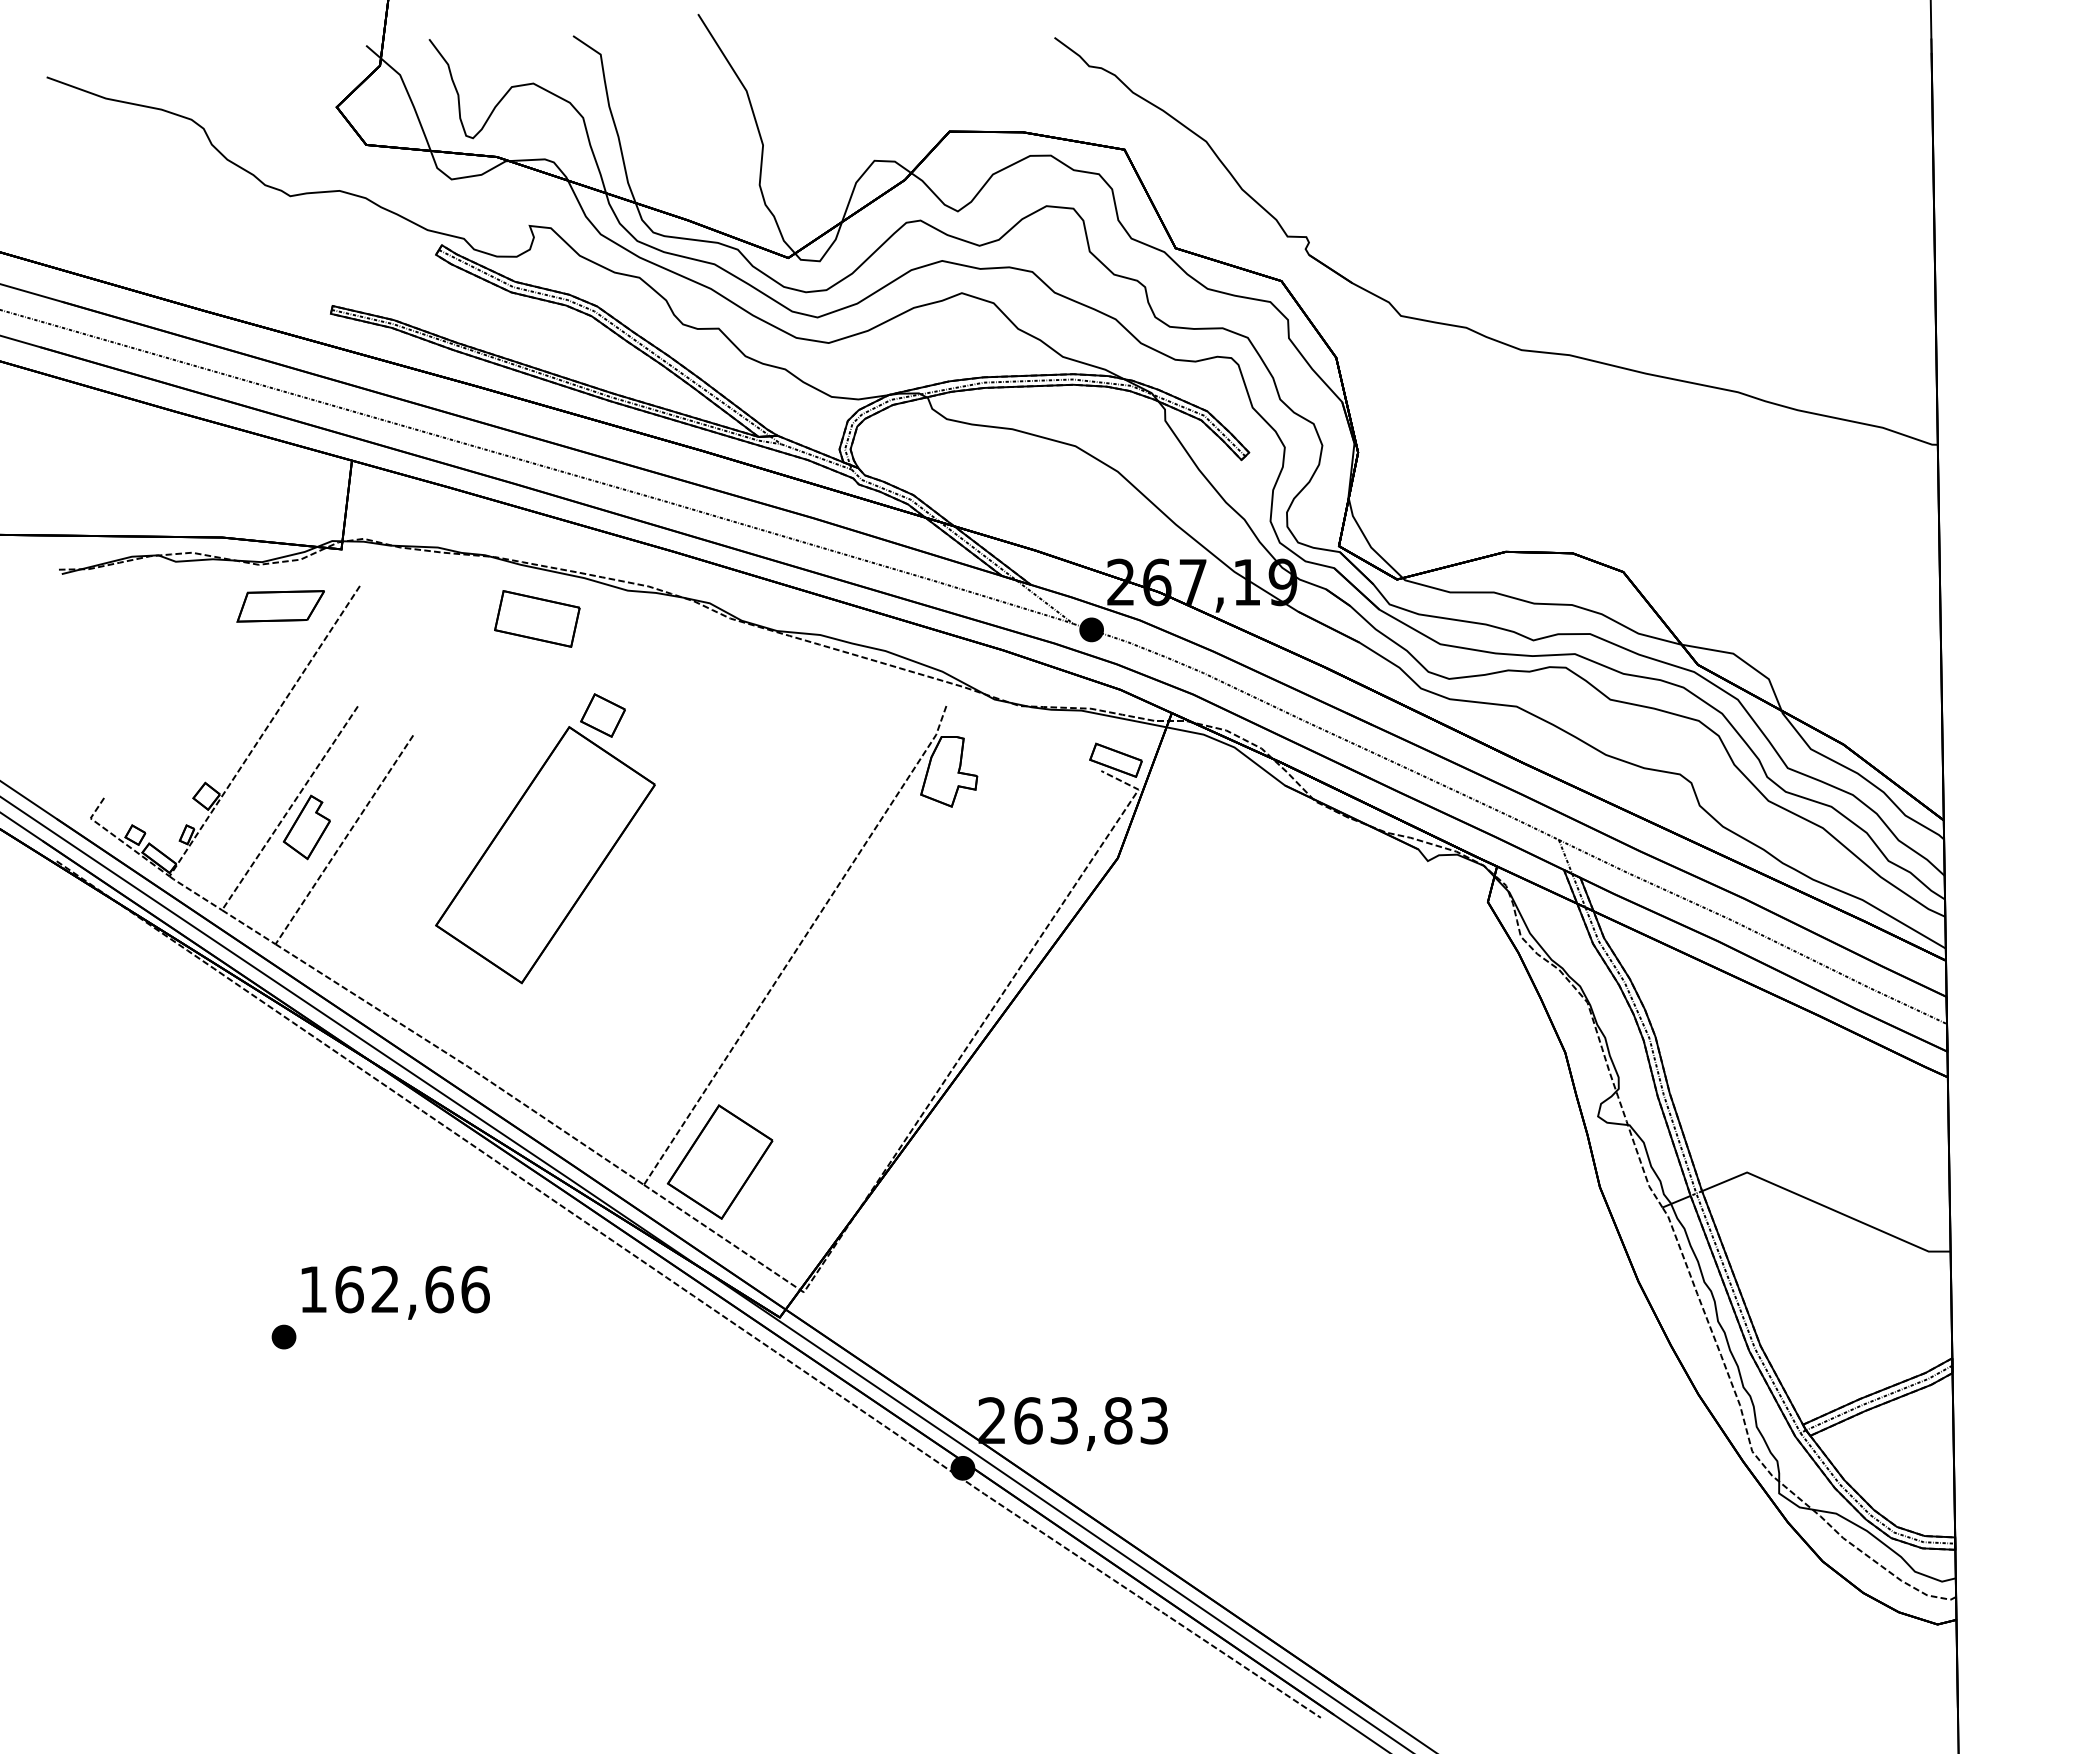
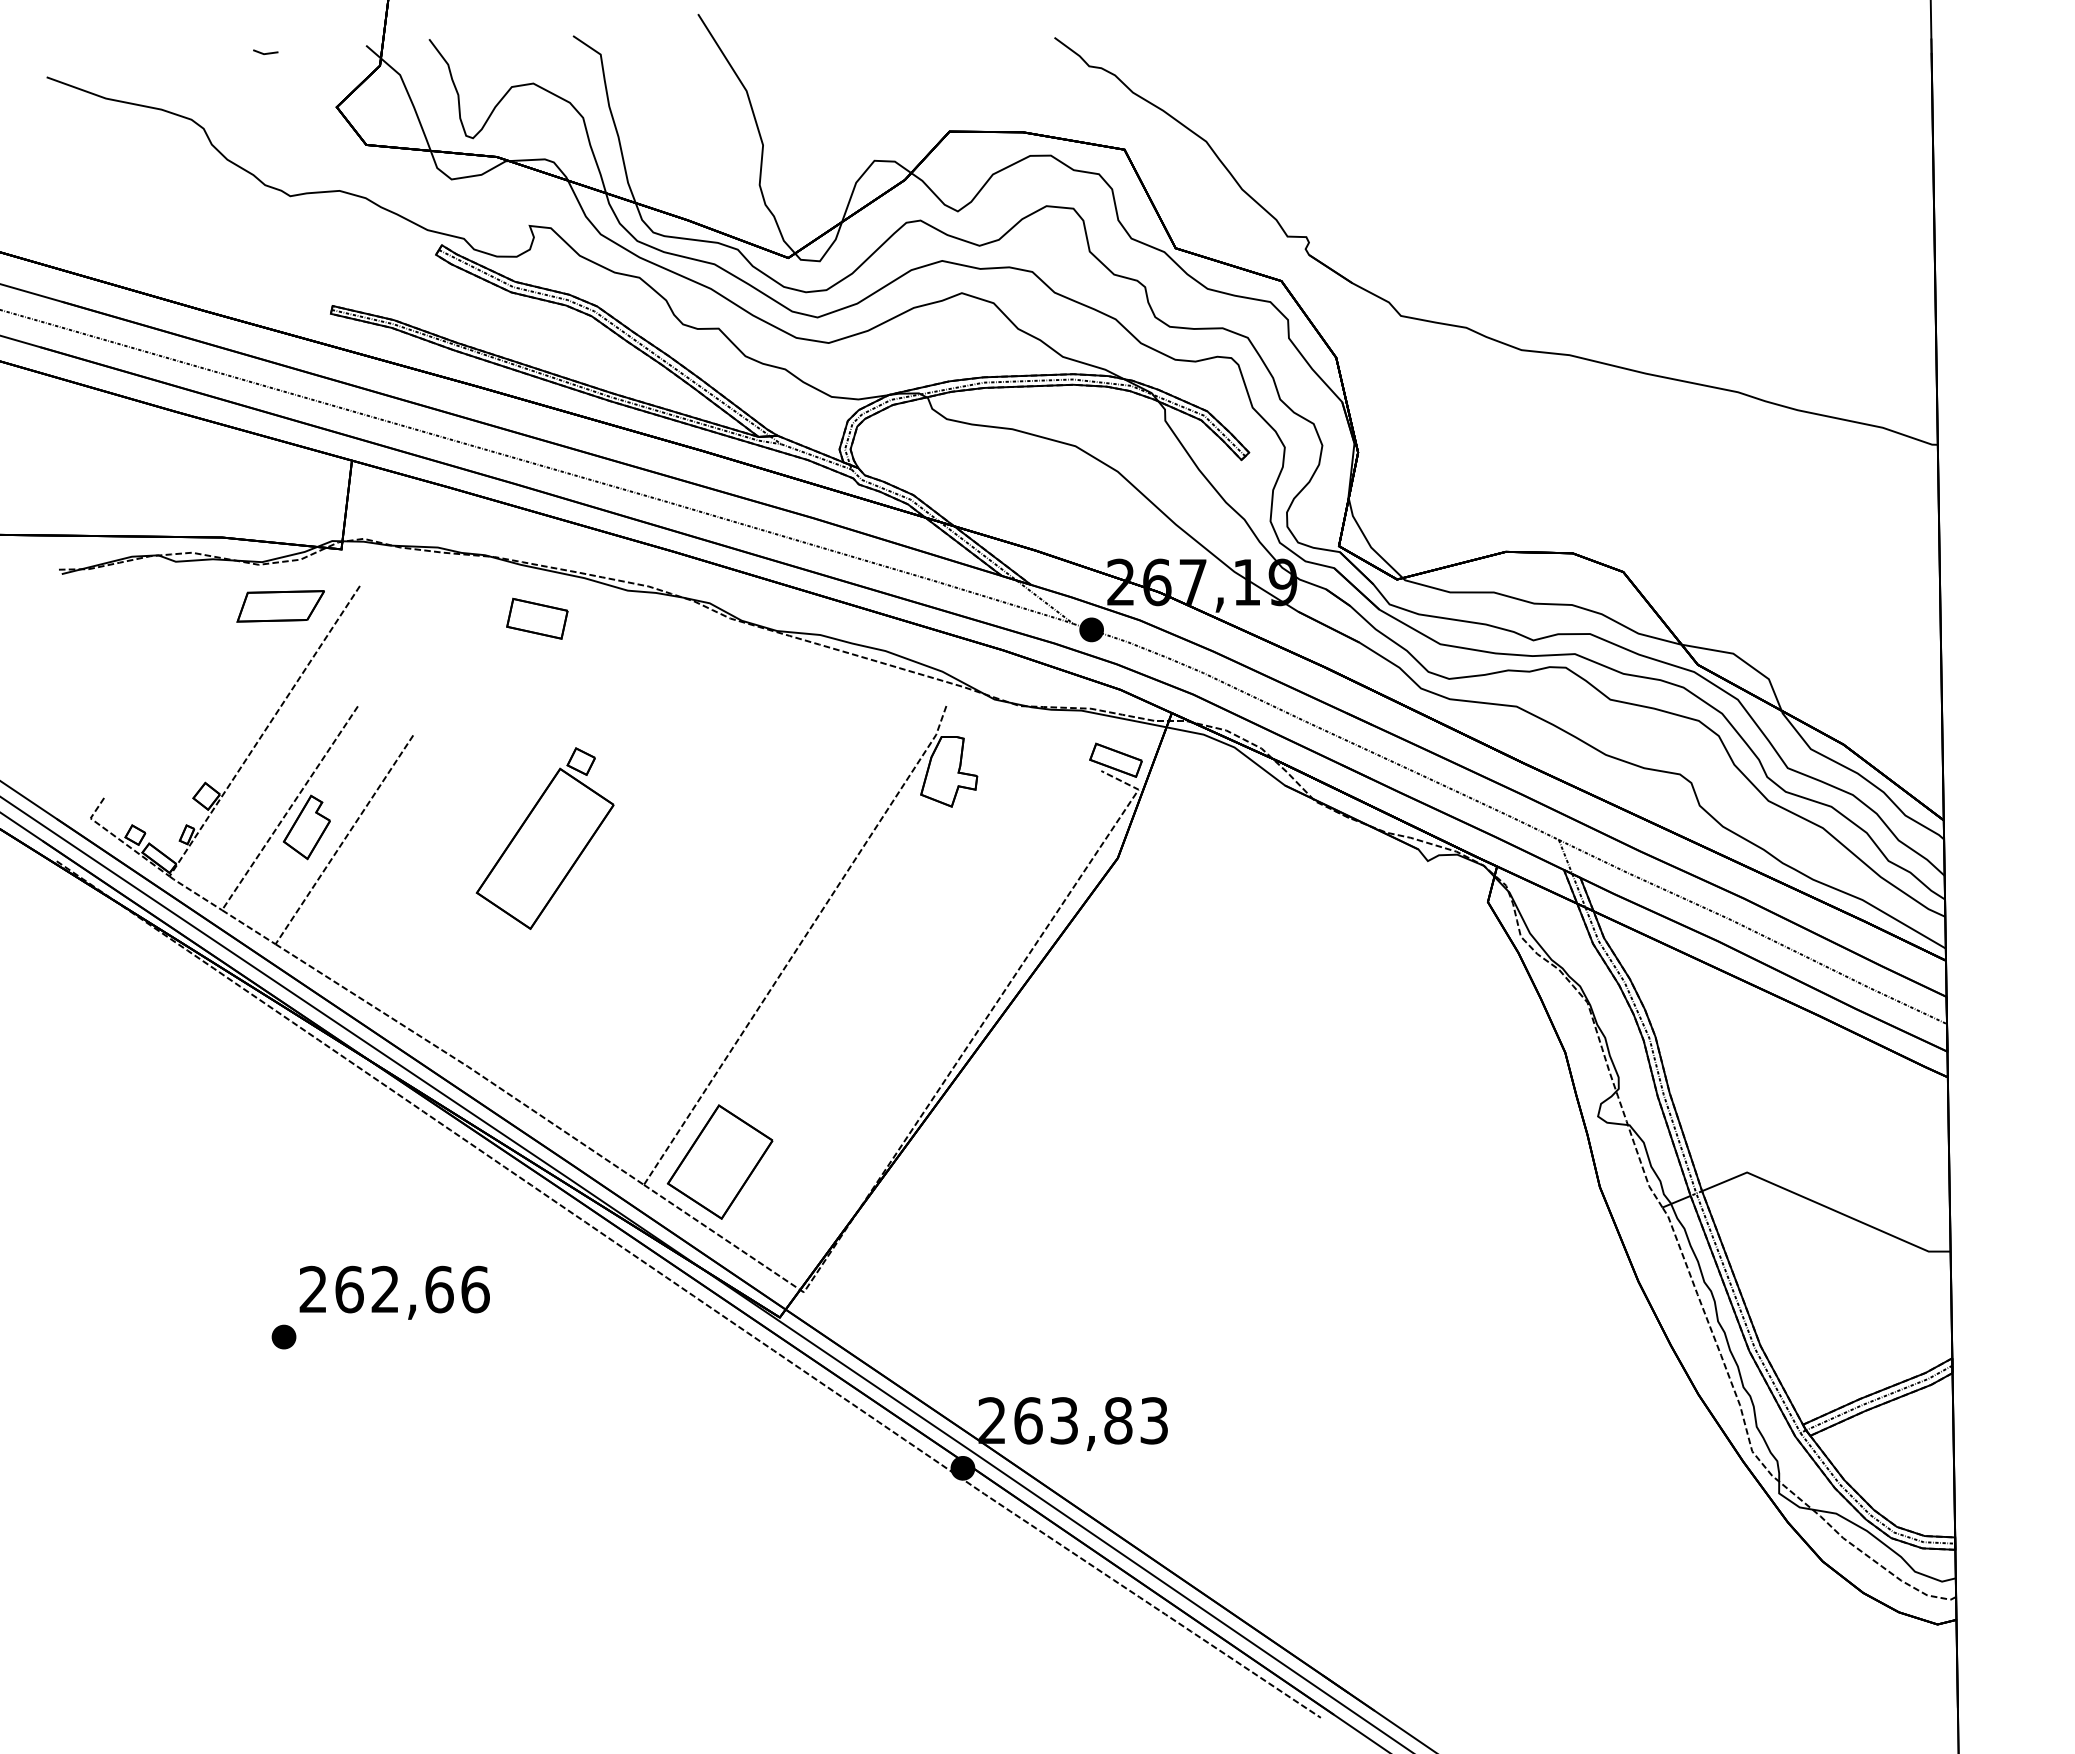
line at (265, 53): none -> present
part at (537, 618) size: 87x58 px -> 63x43 px
part at (545, 838) size: 221x292 px -> 140x183 px
text at (312, 1288): 162,66 -> 262,66
